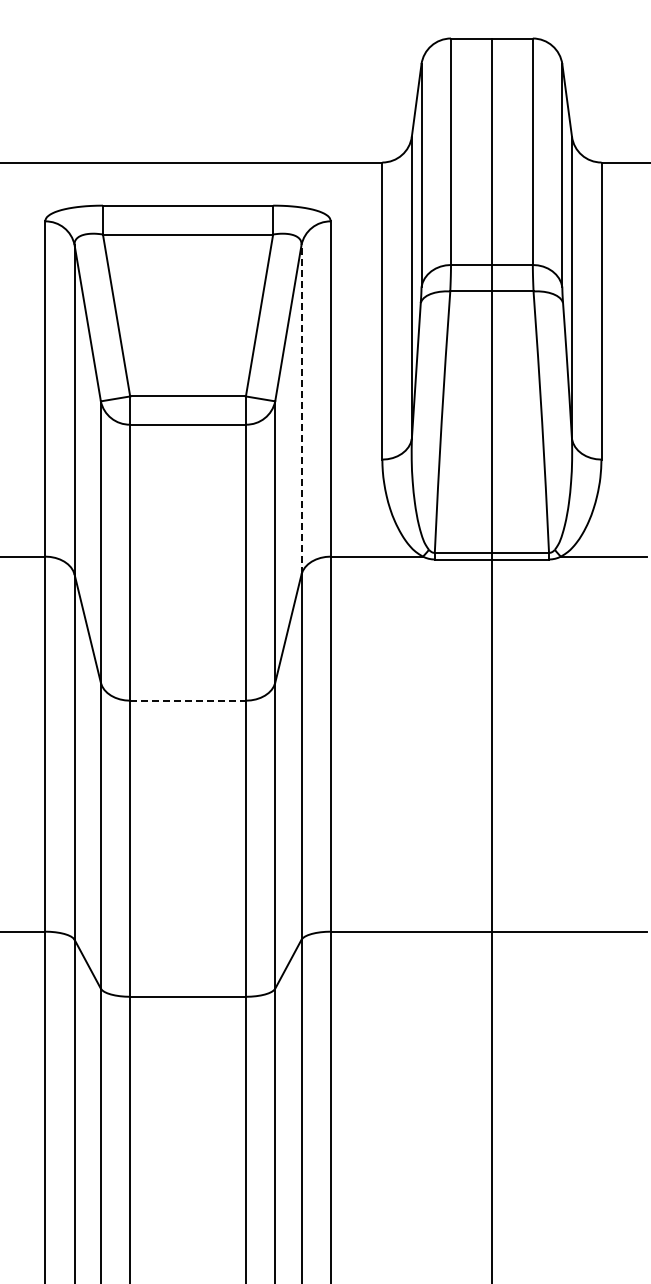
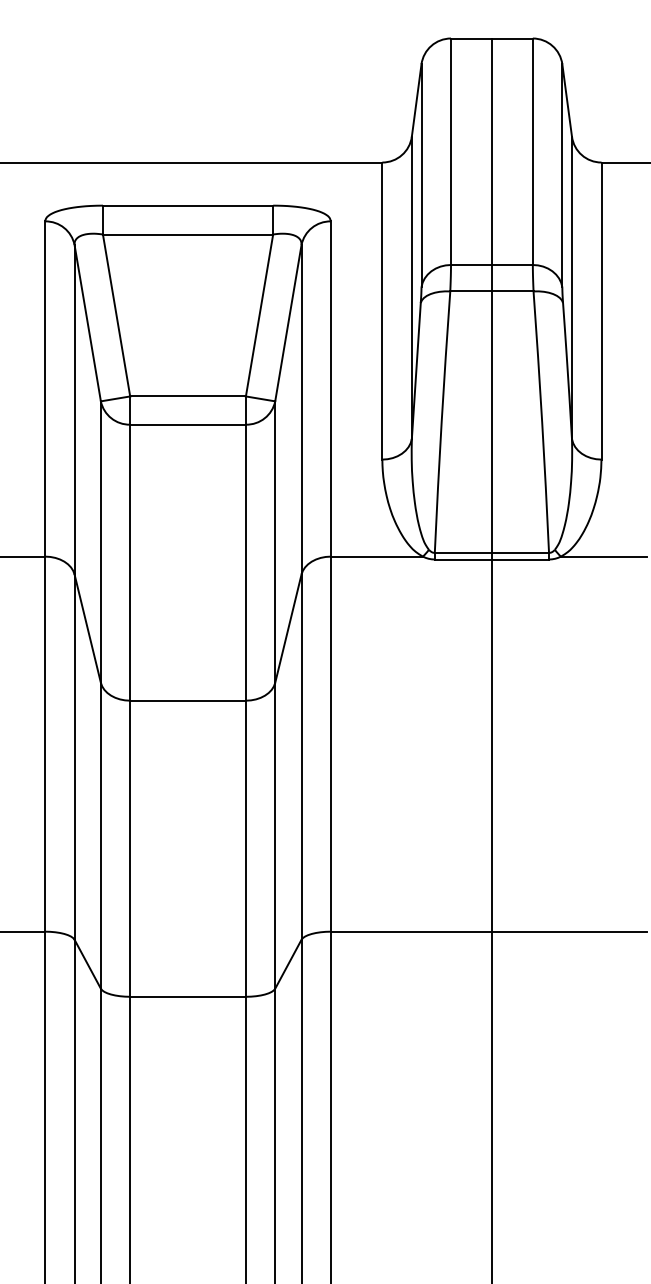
line at (301, 409): dashed -> solid
line at (188, 700): dashed -> solid
